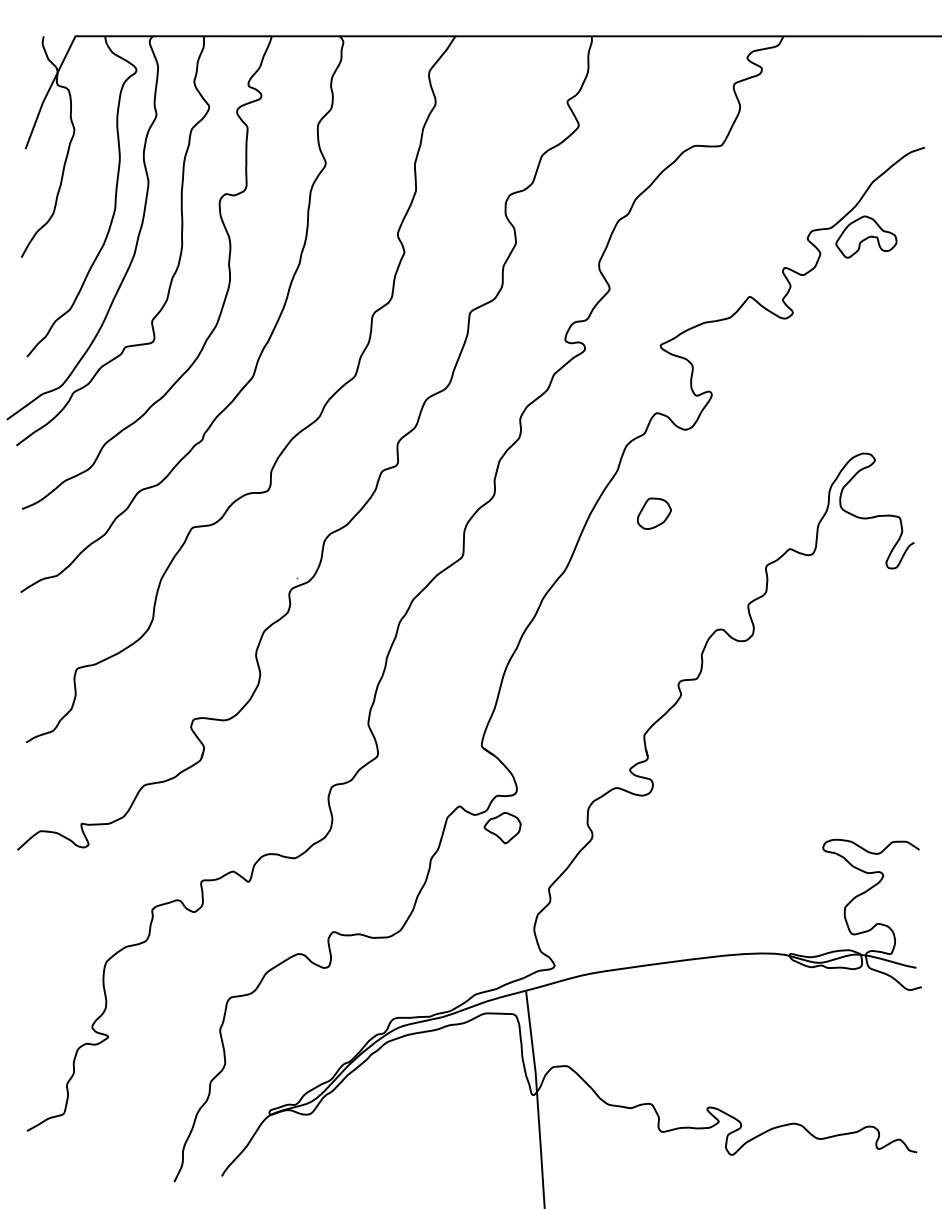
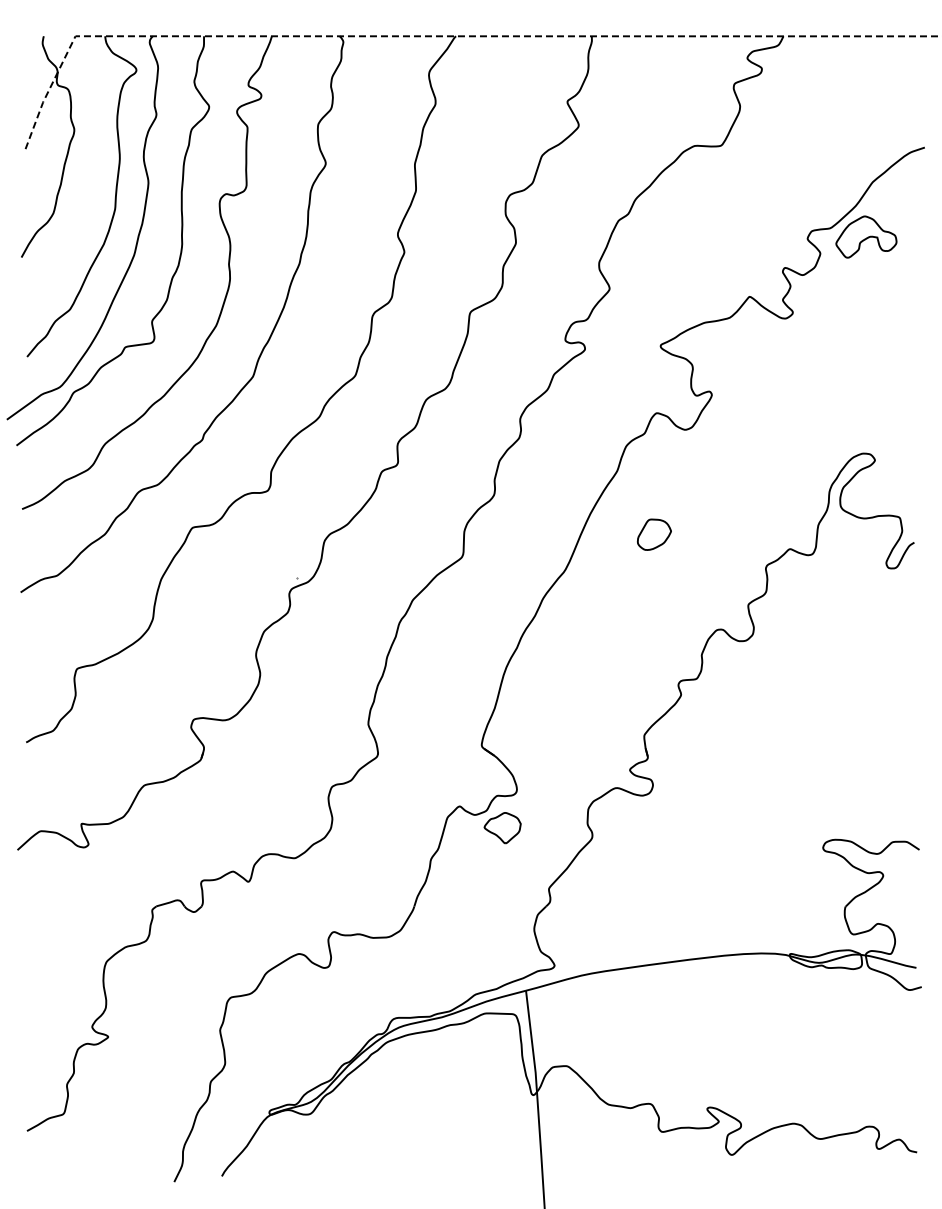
line at (445, 36): solid -> dashed
part at (654, 513) position: (654, 513) -> (654, 534)
